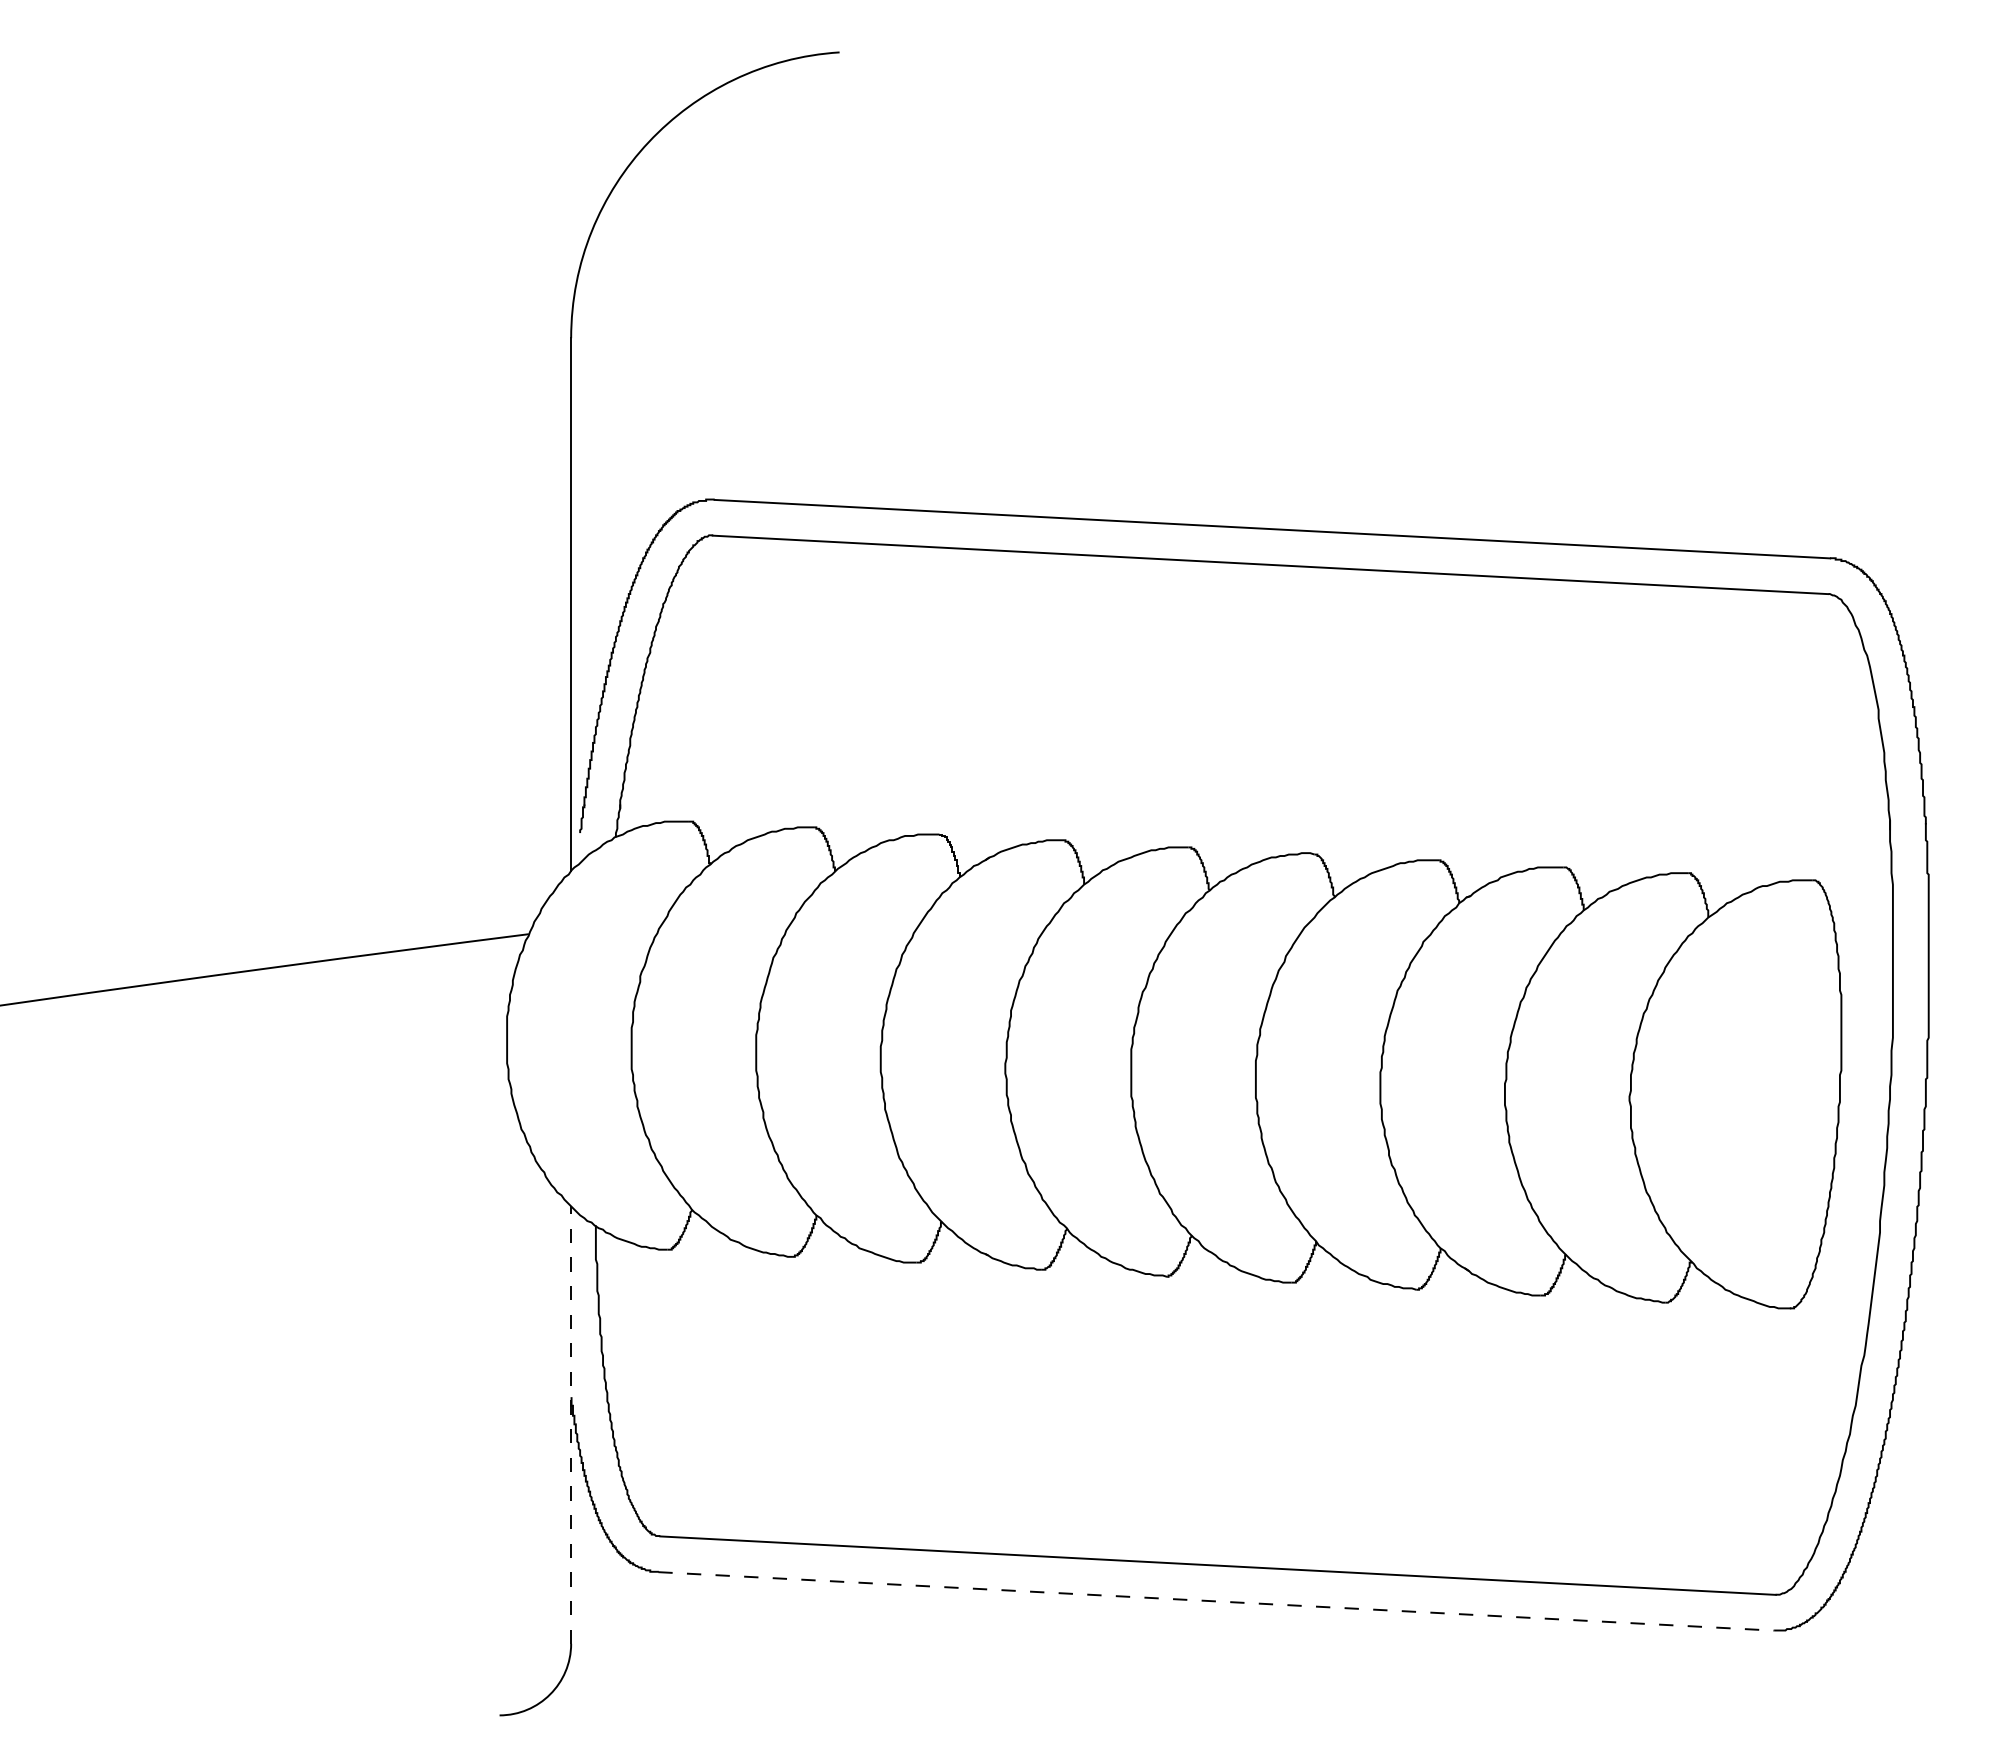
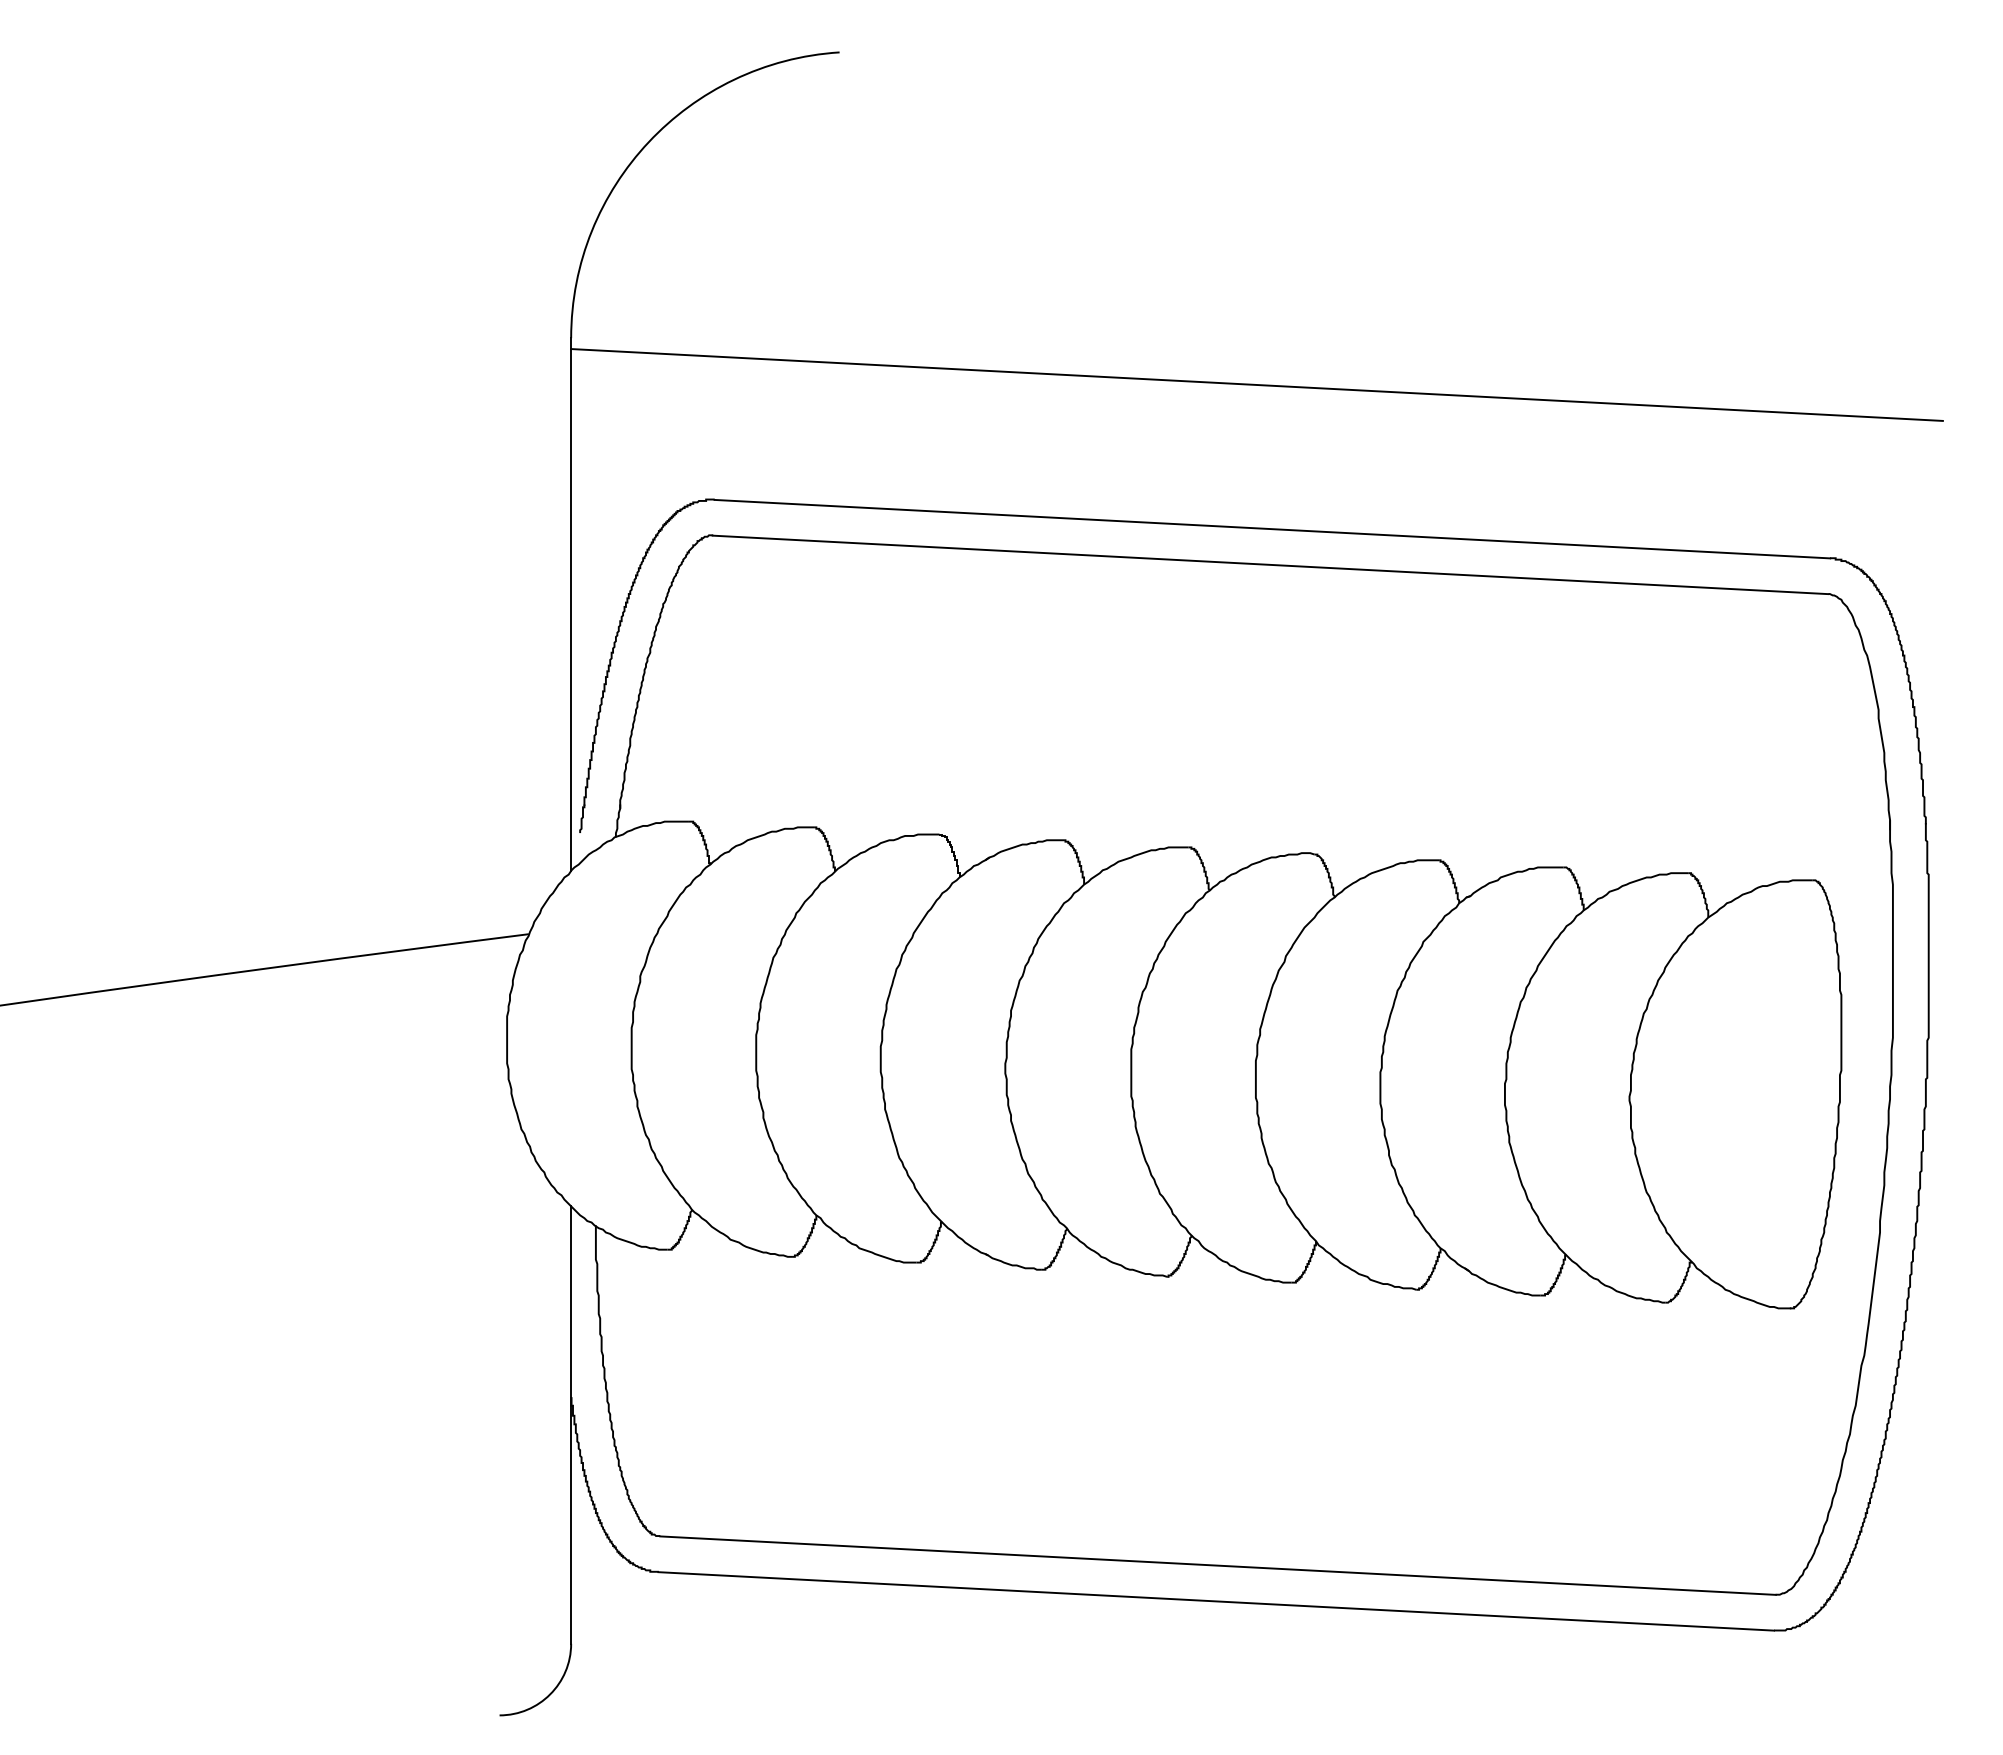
line at (1256, 384): none -> present
line at (571, 1425): dashed -> solid
line at (1216, 1601): dashed -> solid
